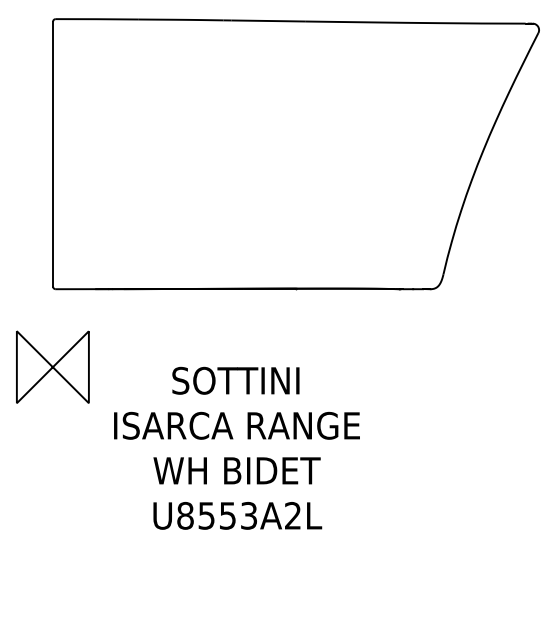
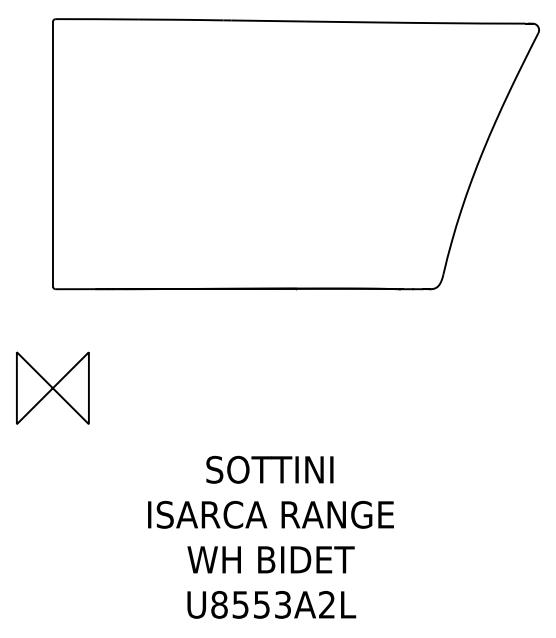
part at (52, 366) position: (52, 366) -> (52, 387)
text at (236, 447) position: (236, 447) -> (270, 536)
